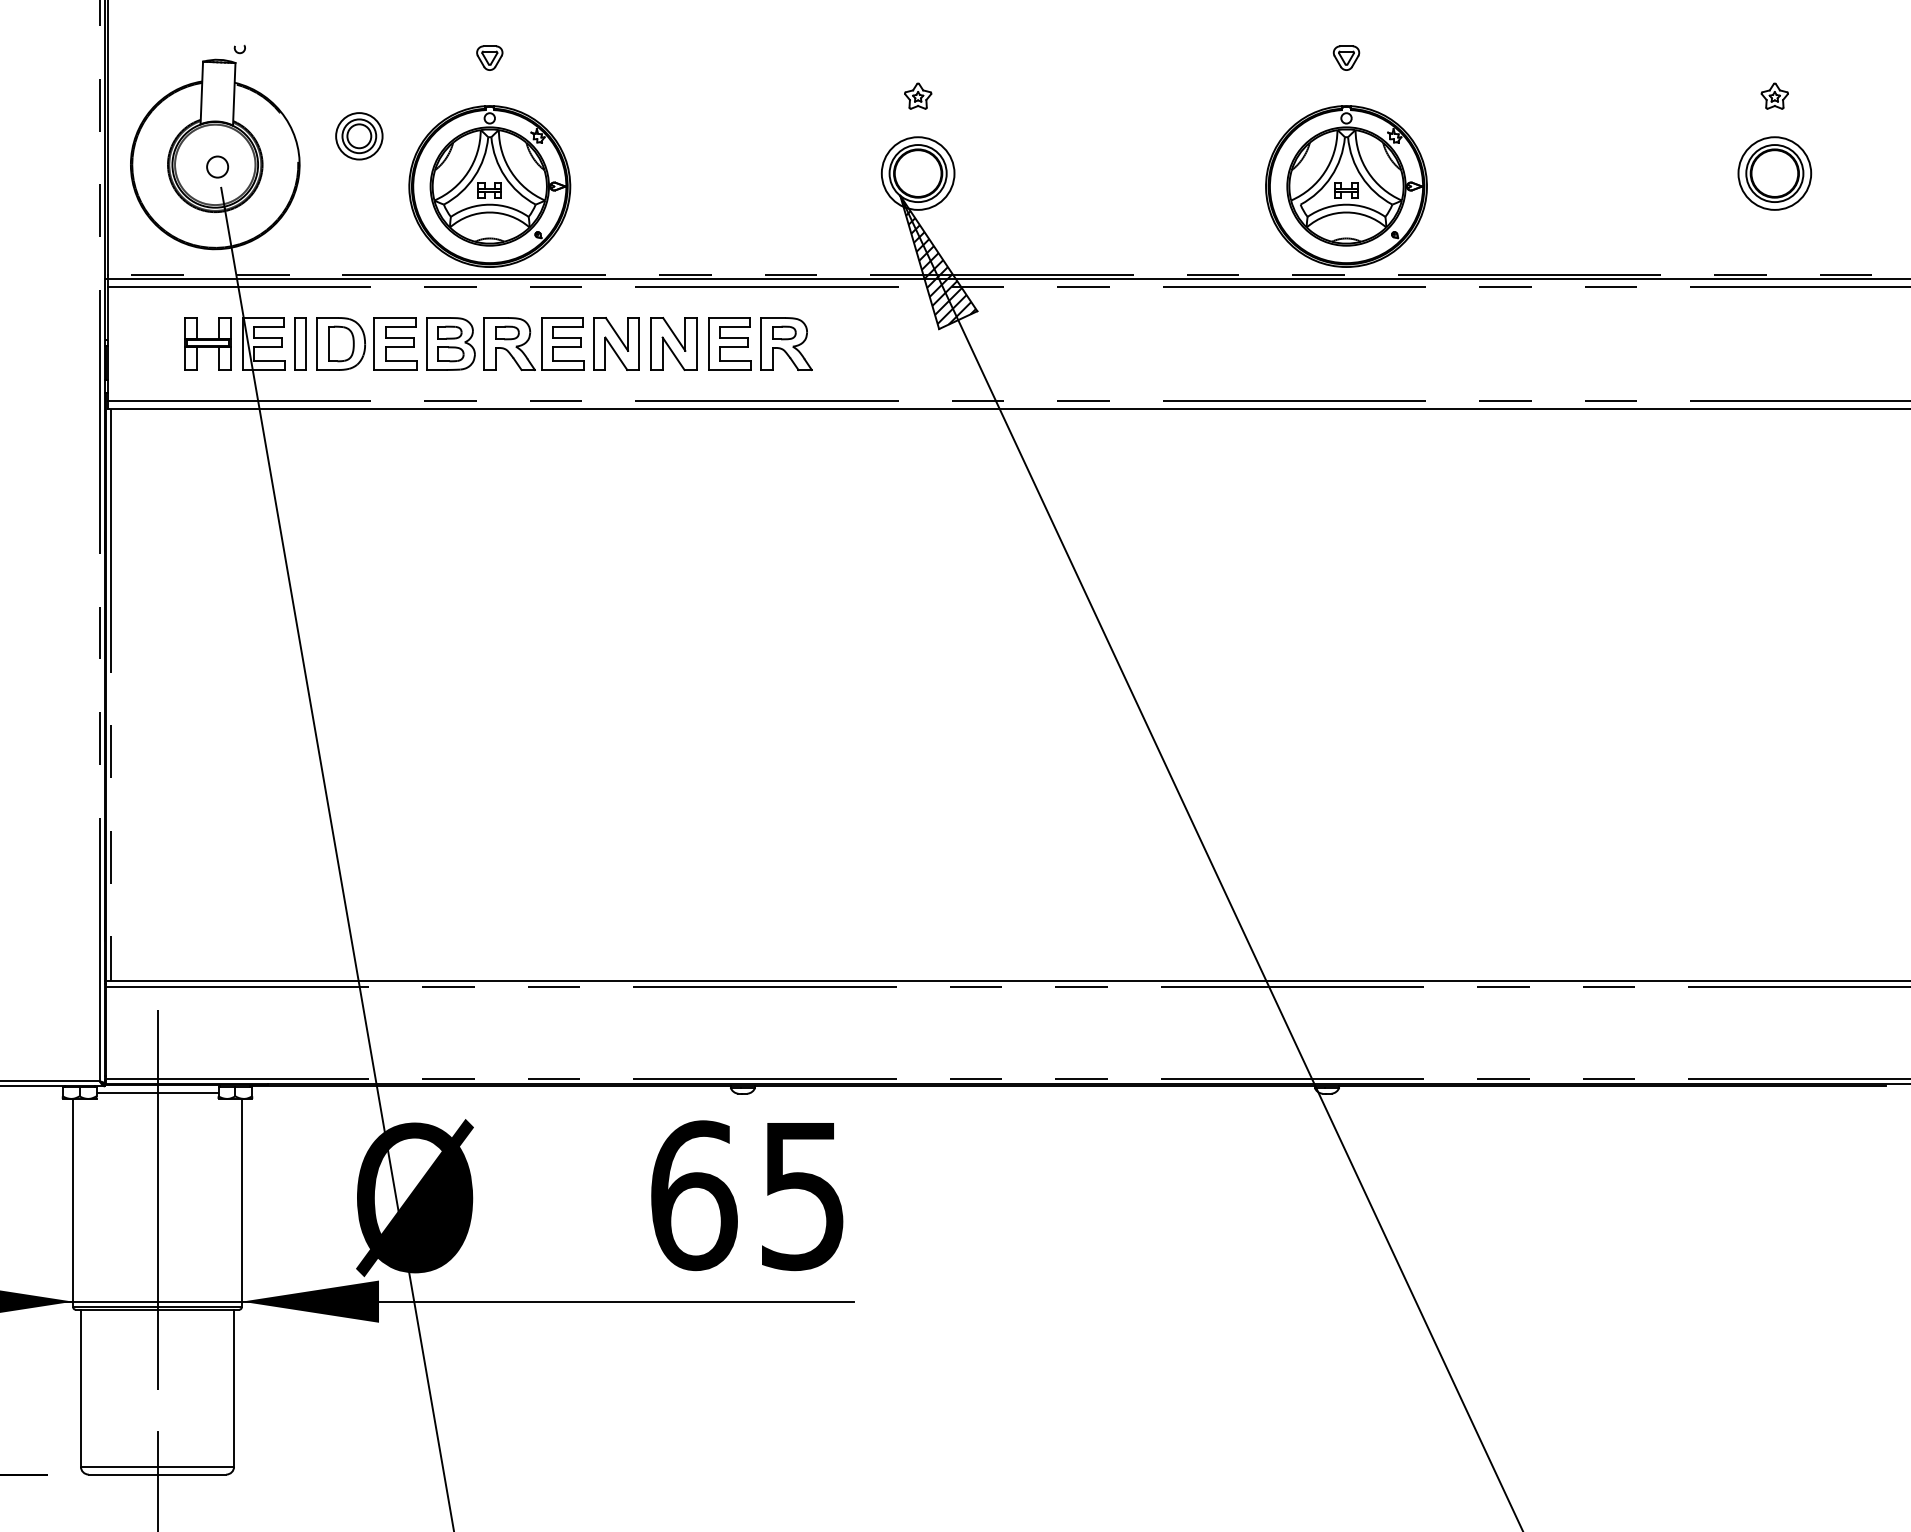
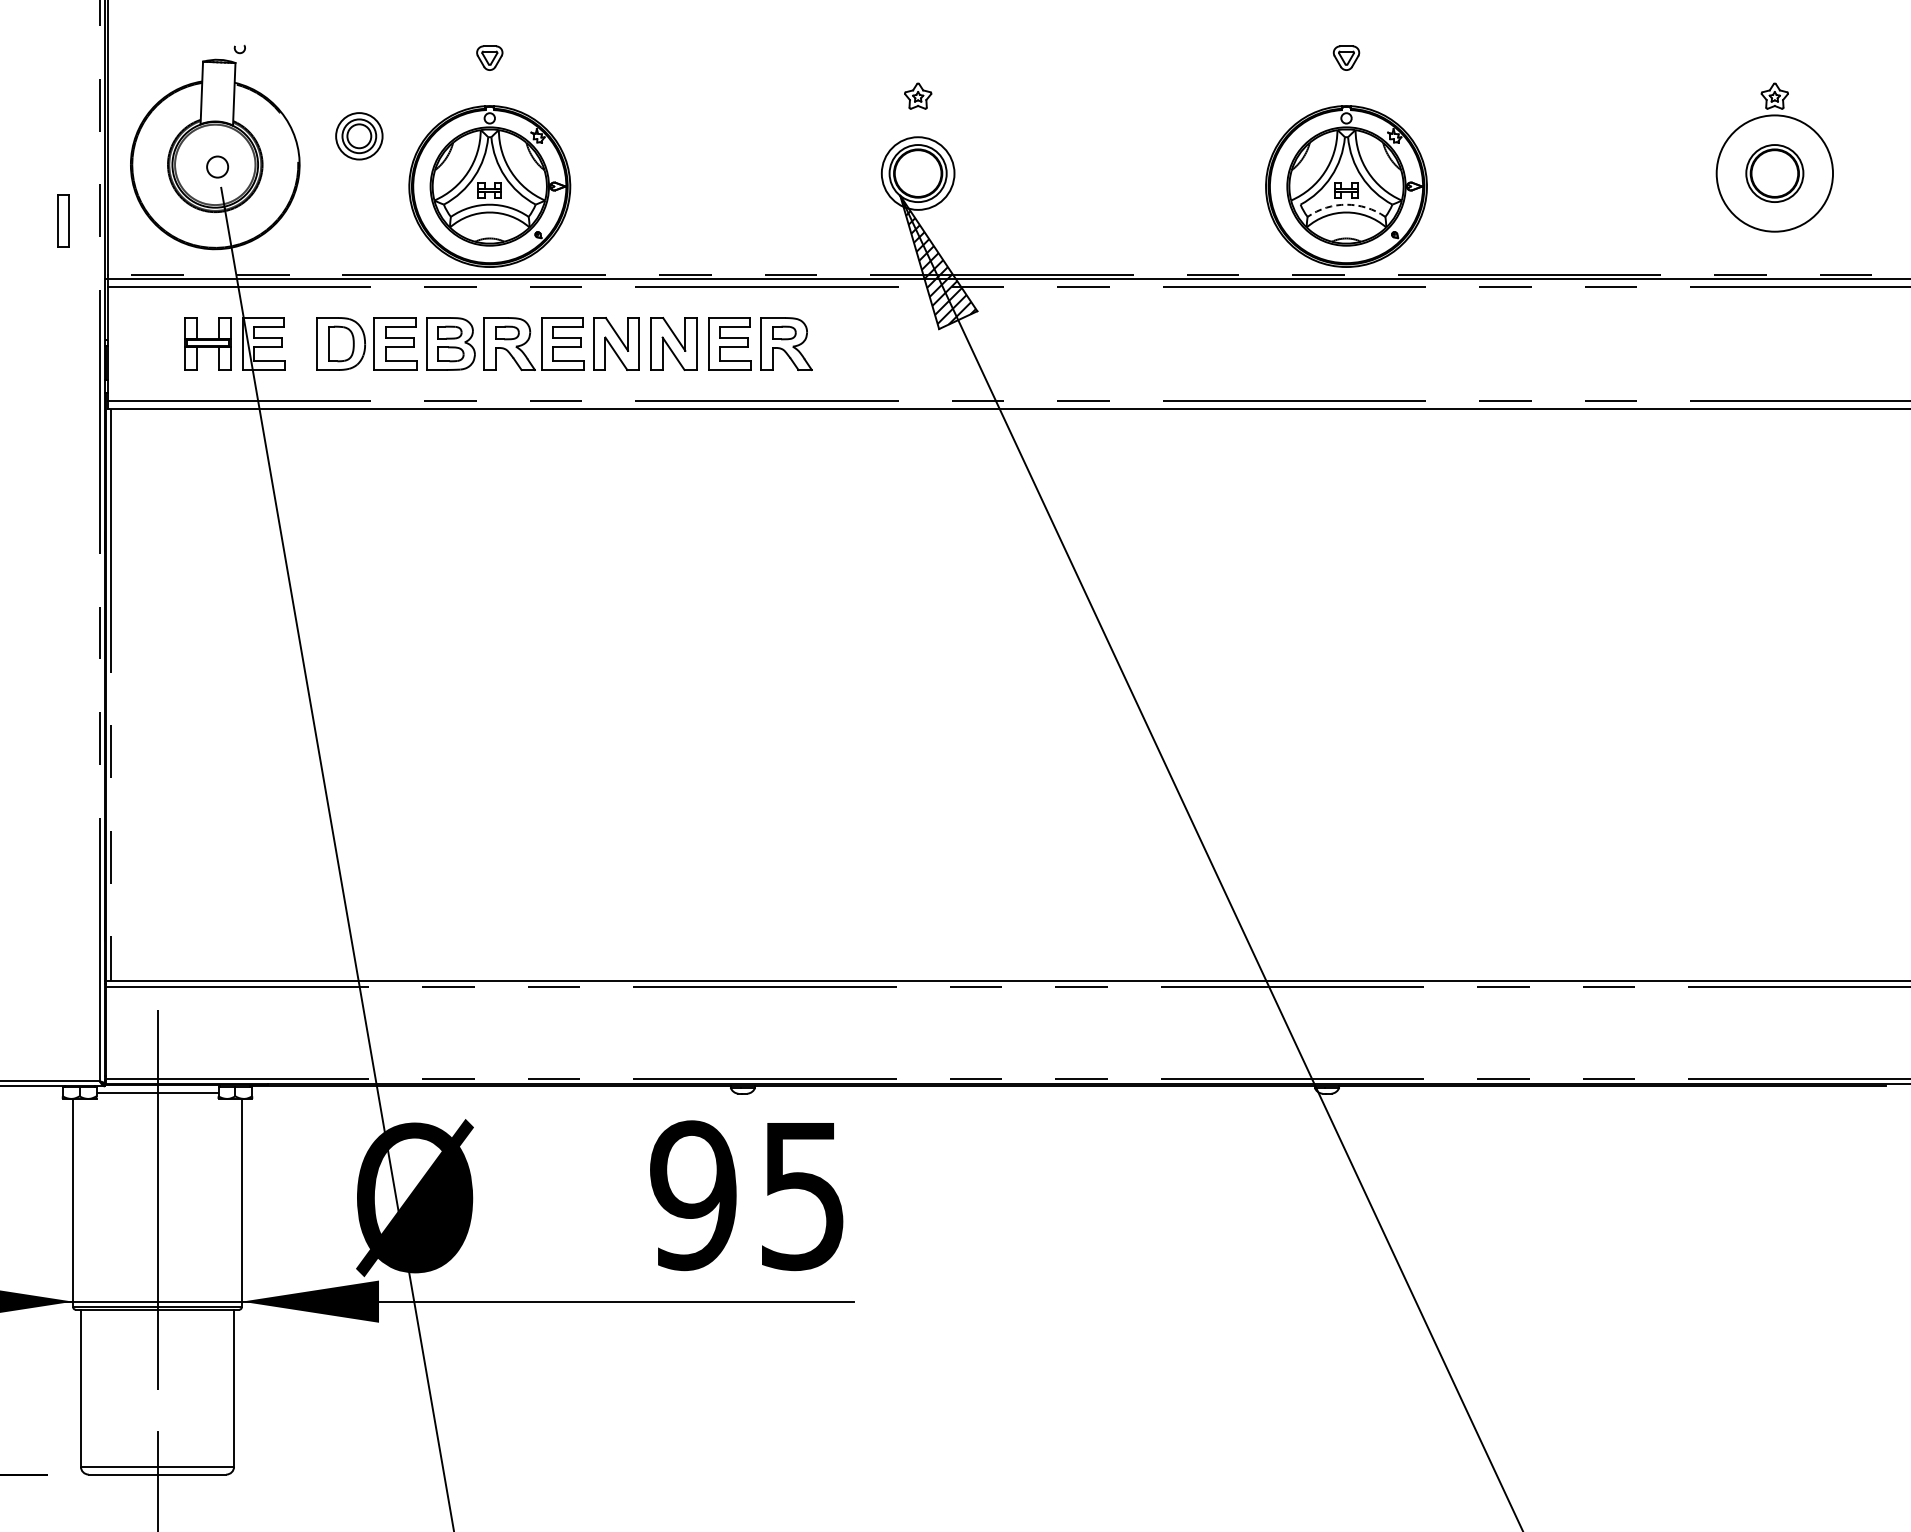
circle at (1774, 173) diameter: 73 px -> 116 px
arc at (1346, 204): solid -> dashed
part at (300, 343) position: (300, 343) -> (63, 220)
text at (693, 1195): 65 -> 95
